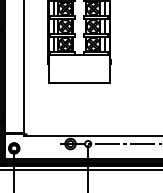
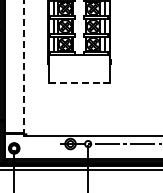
line at (23, 68): solid -> dashed
line at (79, 82): solid -> dashed
